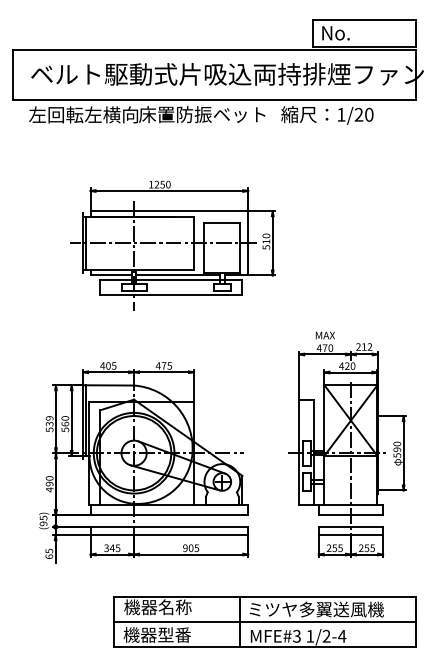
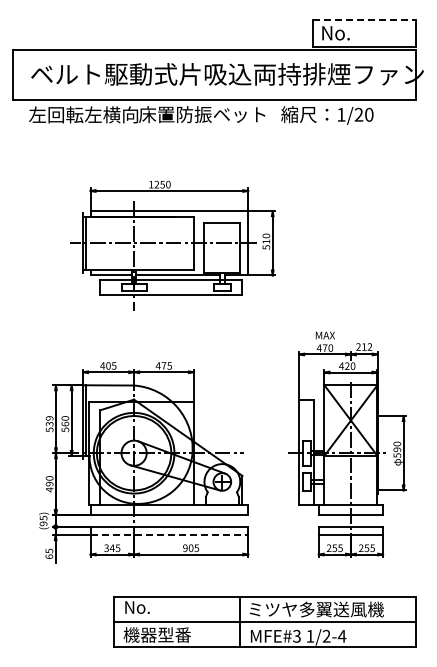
line at (364, 20): solid -> dashed
line at (169, 535): solid -> dashed
text at (157, 607): 機器名称 -> No.
